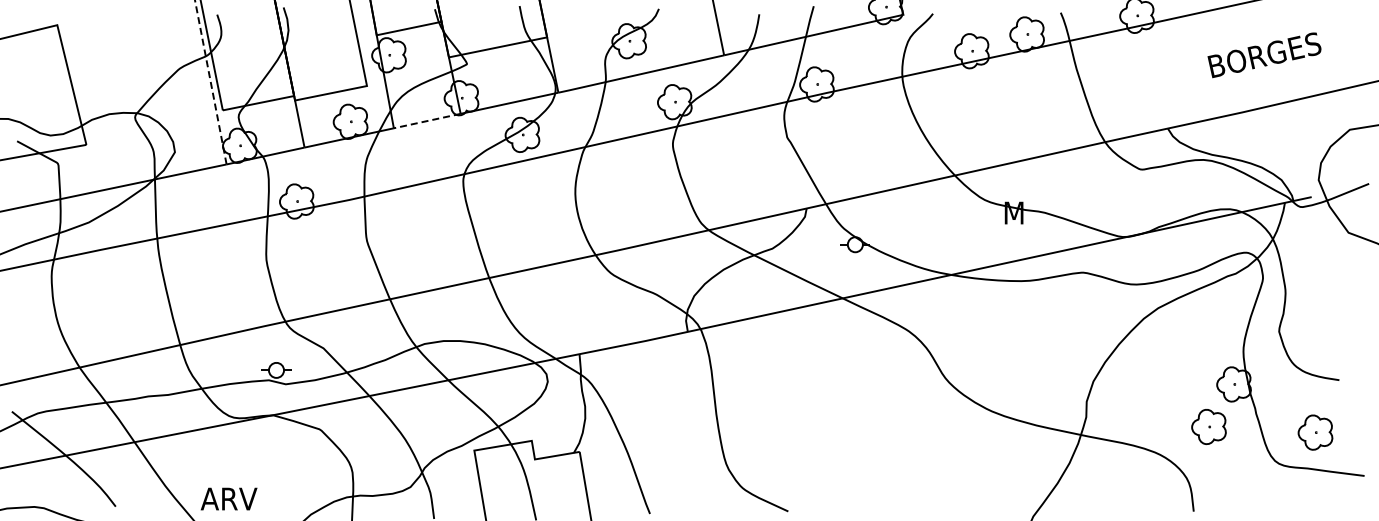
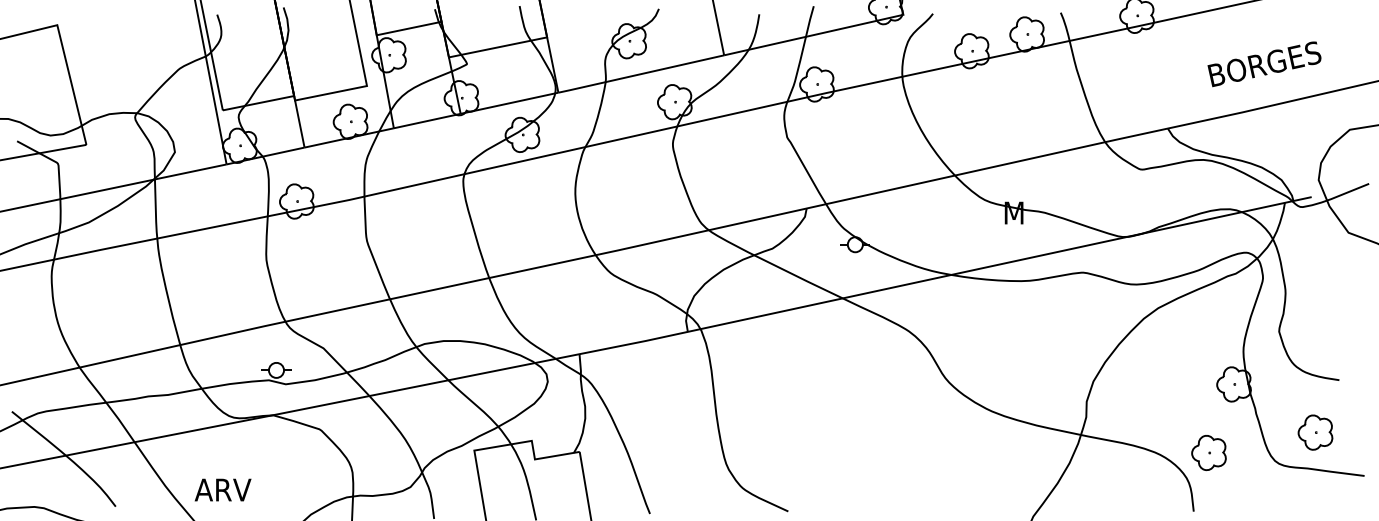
text at (1264, 55) position: (1264, 55) -> (1264, 64)
line at (210, 82): dashed -> solid
line at (426, 121): dashed -> solid
part at (1208, 427) position: (1208, 427) -> (1208, 453)
text at (228, 498) position: (228, 498) -> (222, 489)
